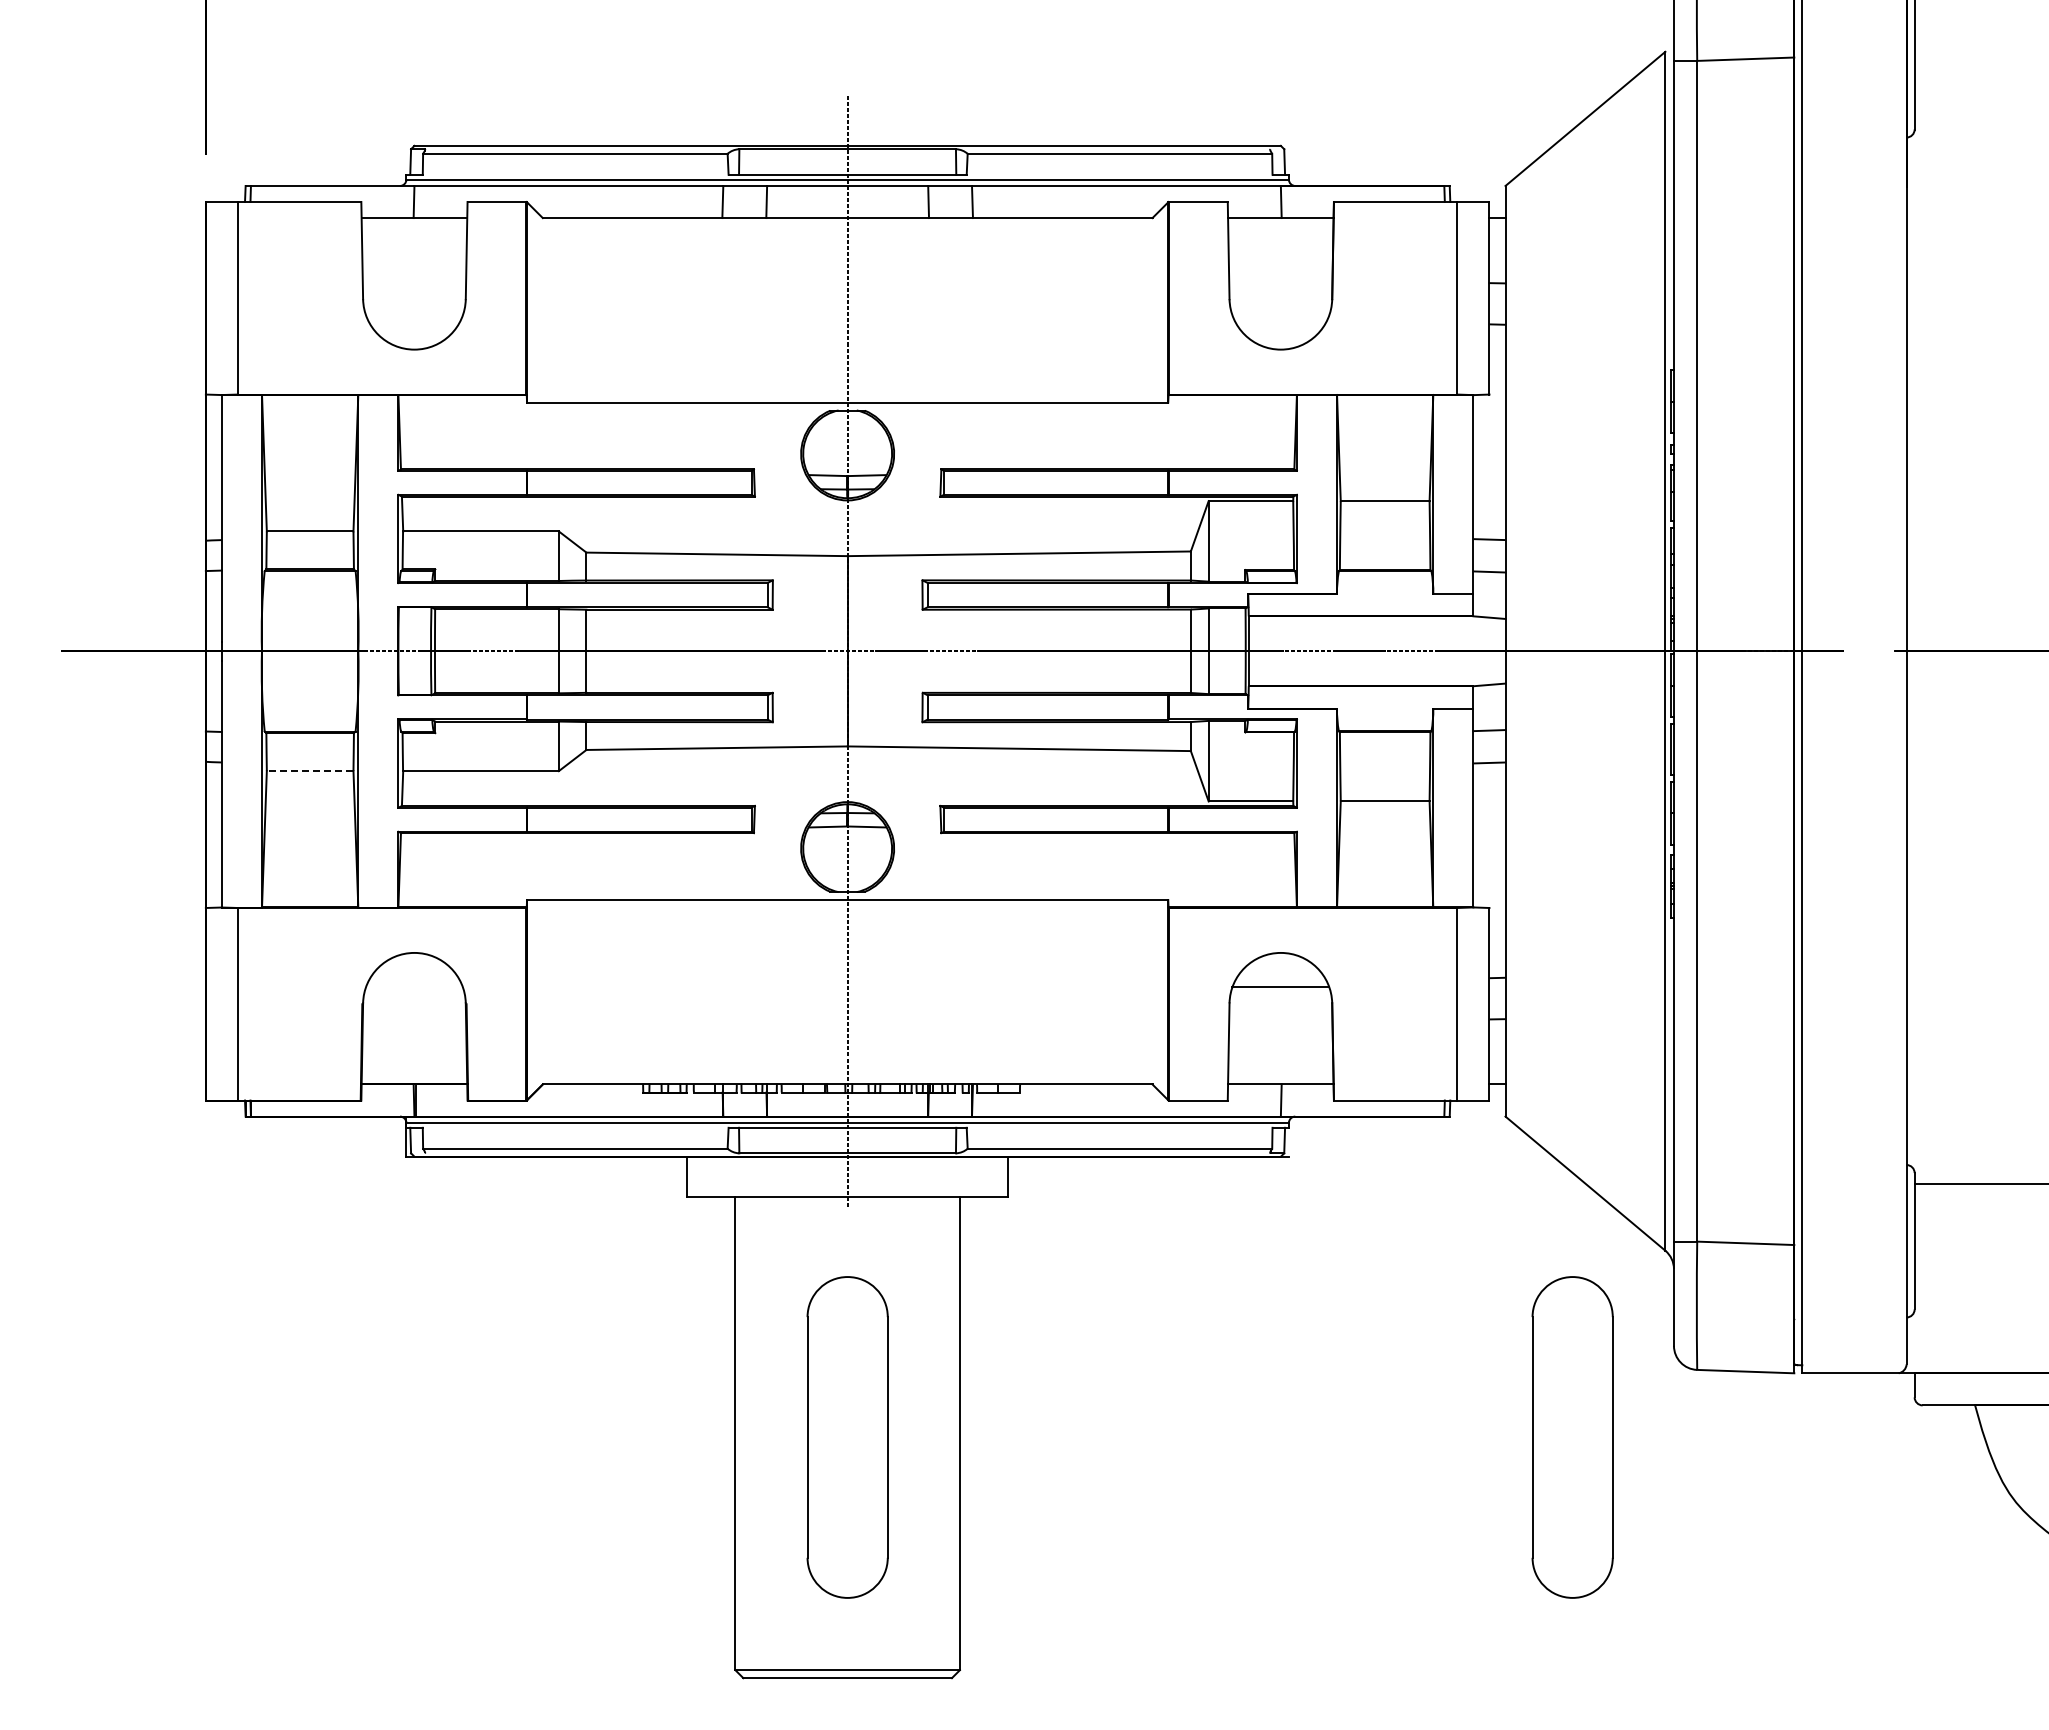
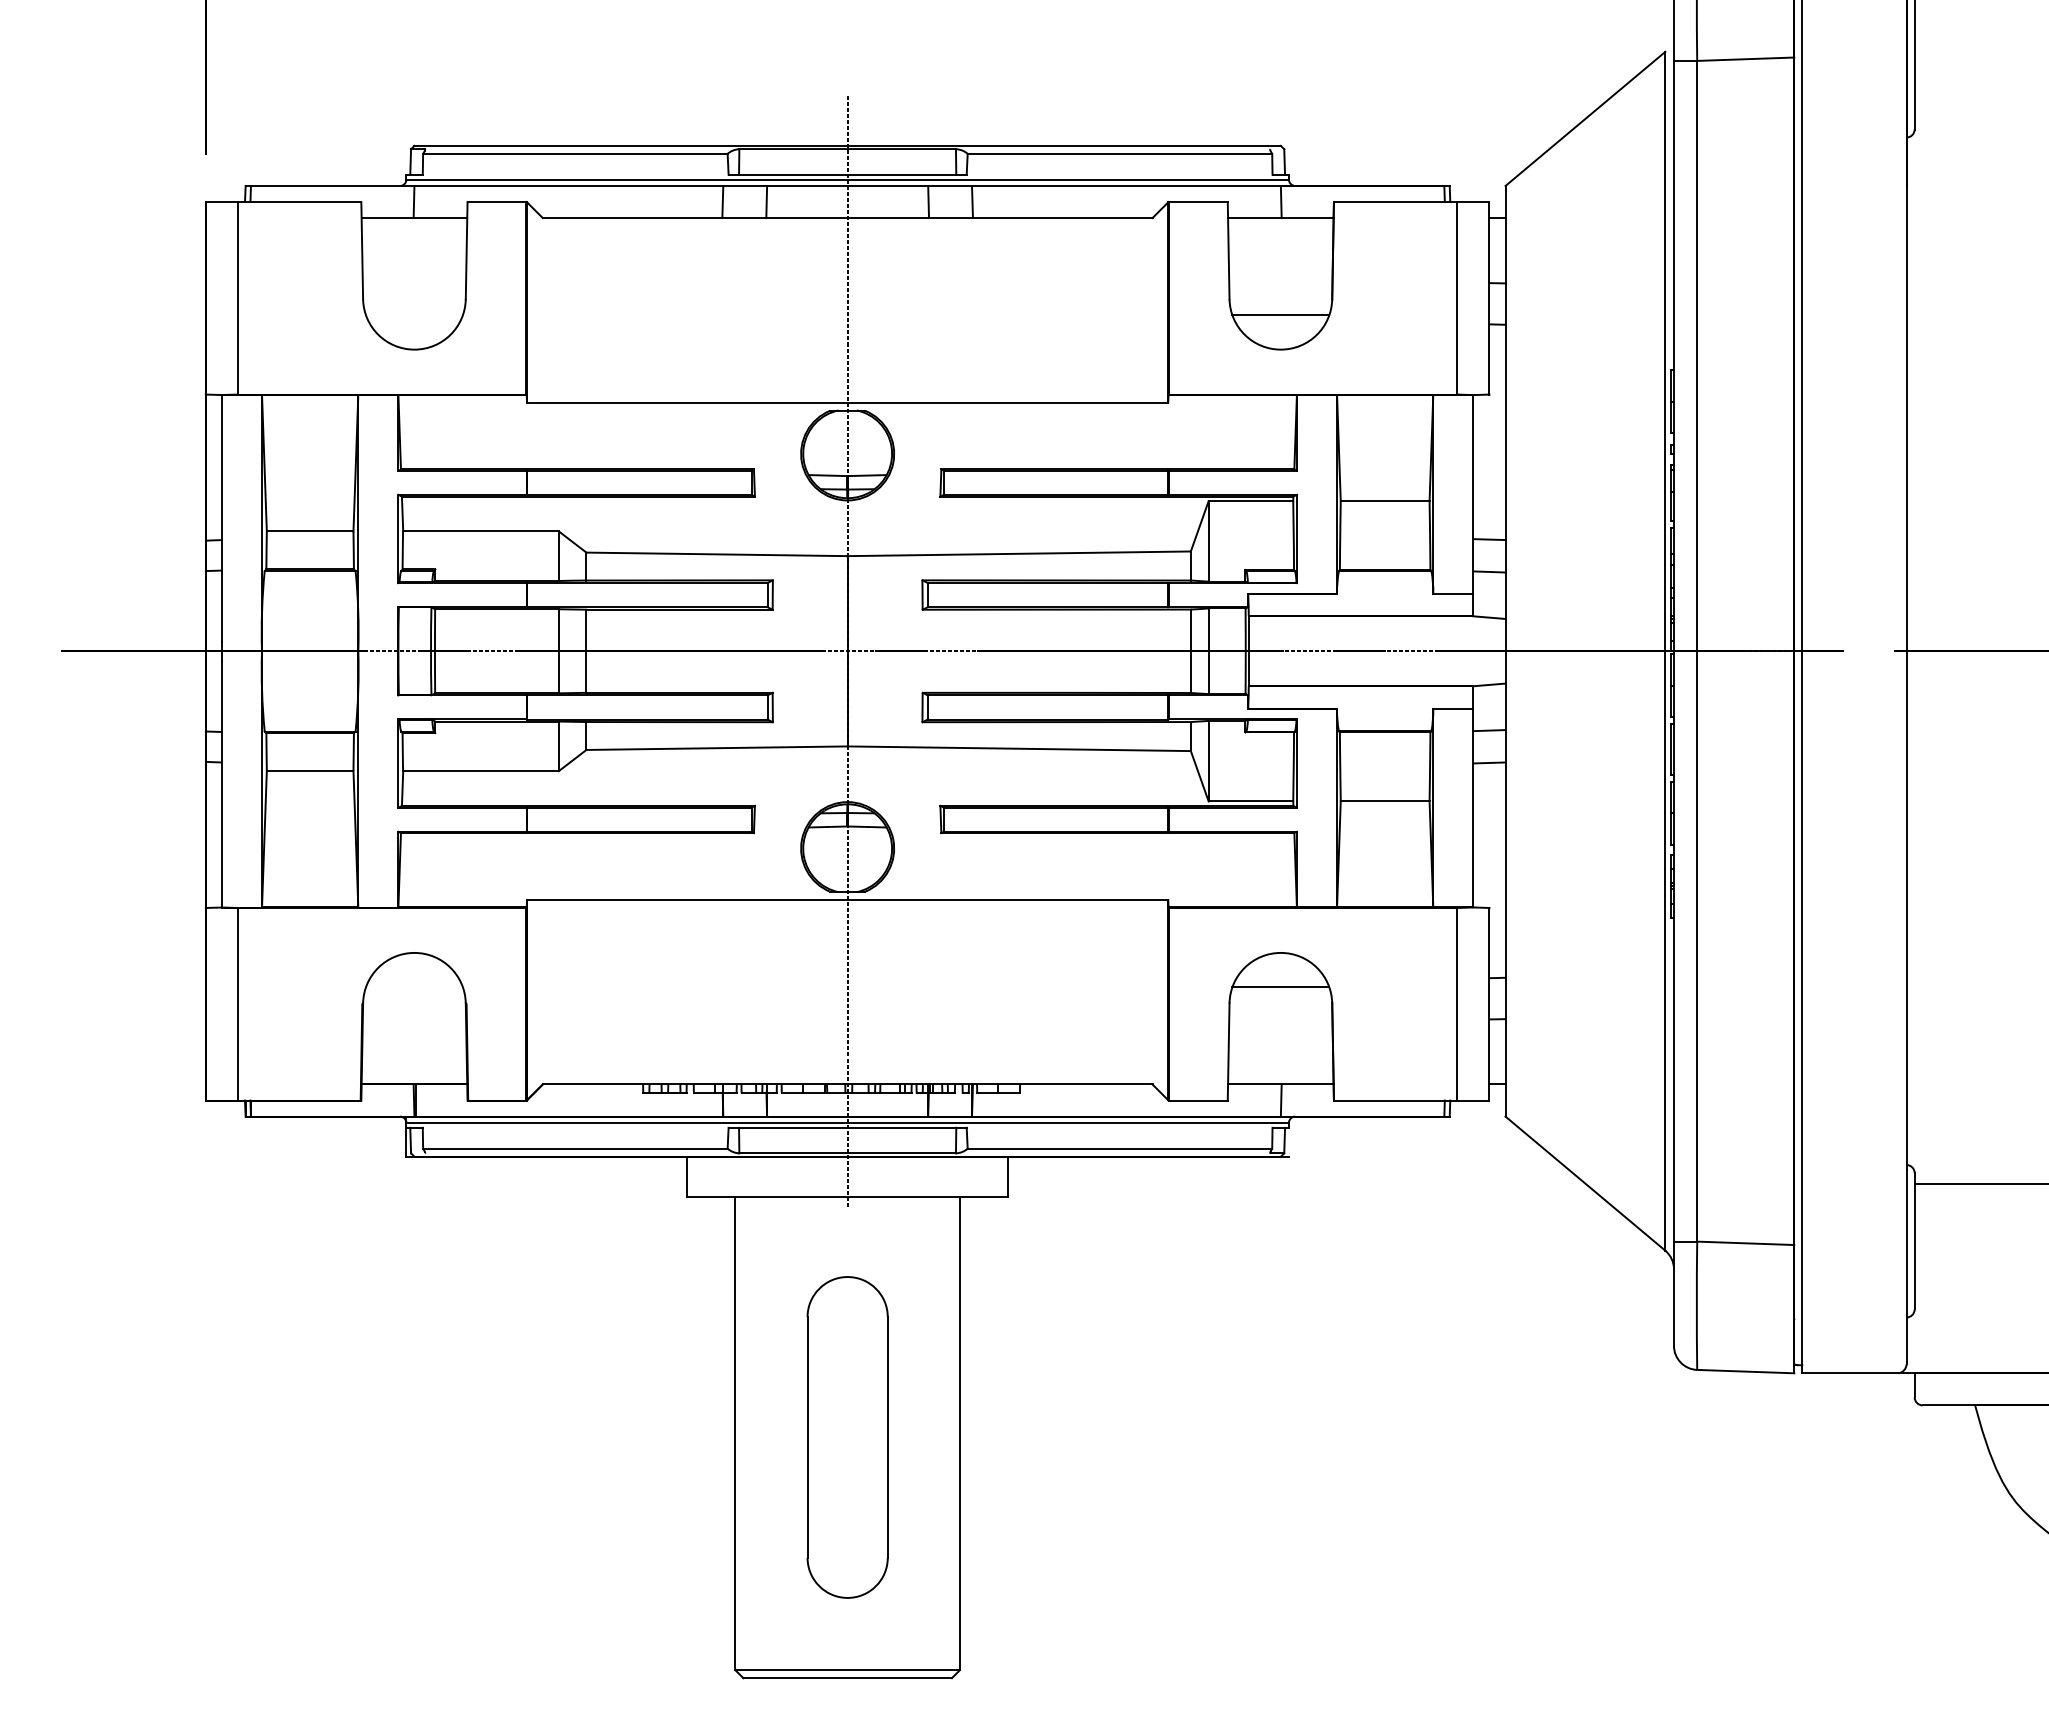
line at (1280, 315): none -> present
line at (309, 771): dashed -> solid
part at (1572, 1437): present -> none
